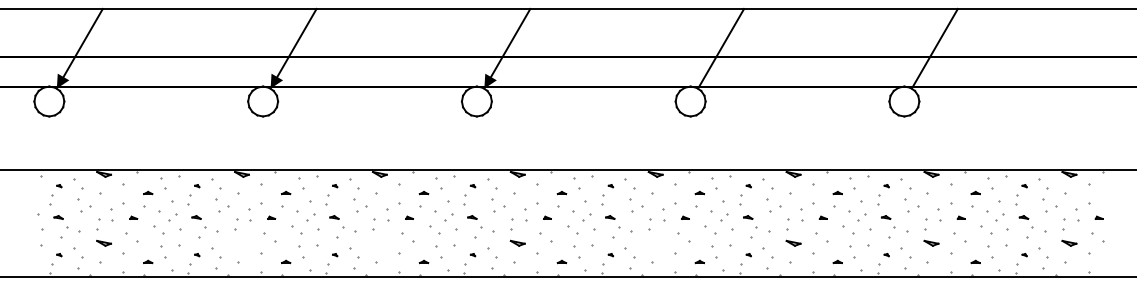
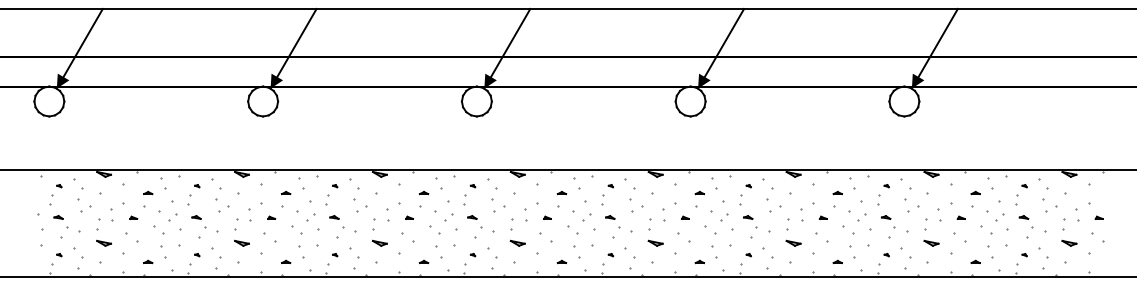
fill at (704, 80): none -> present
fill at (917, 80): none -> present
part at (241, 242): none -> present
part at (379, 242): none -> present
part at (655, 242): none -> present
